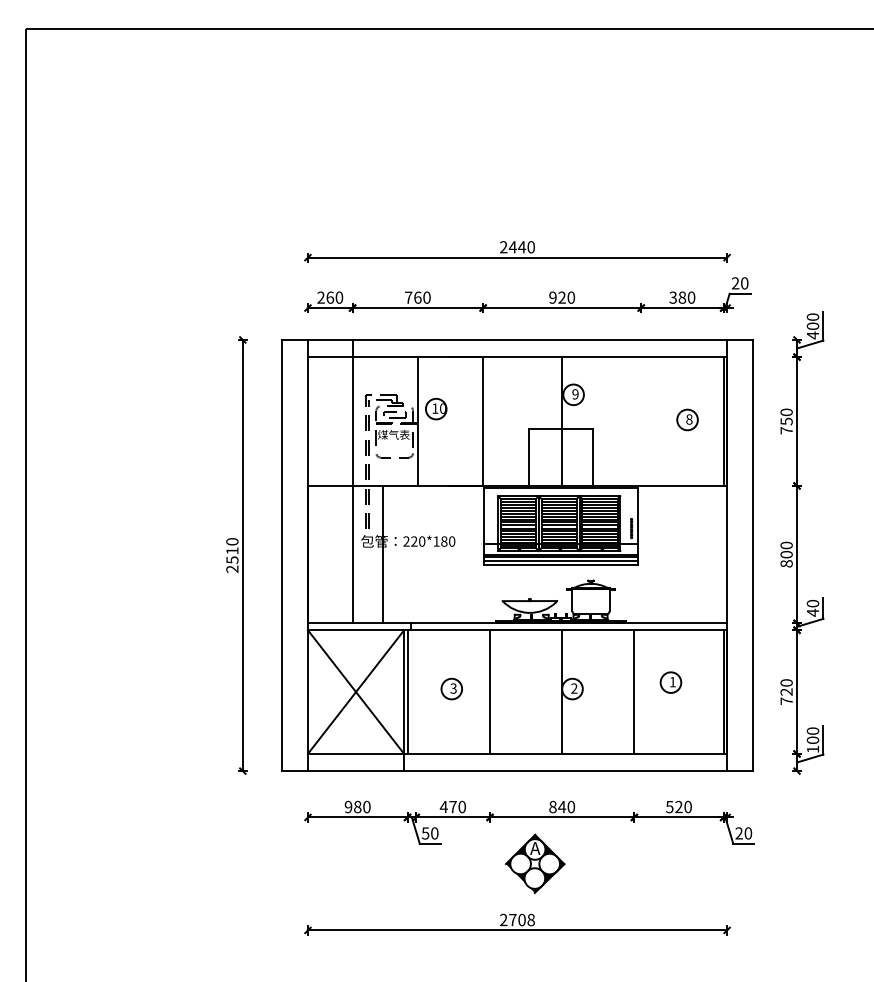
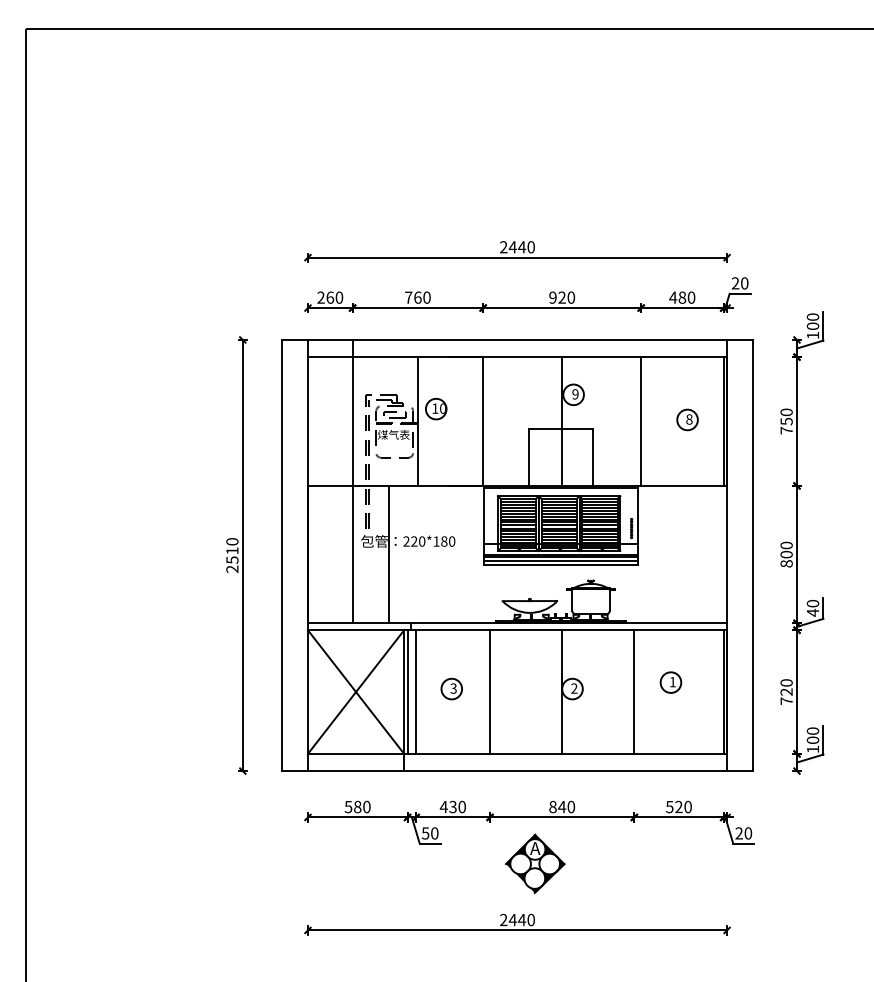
text at (673, 297): 380 -> 480
text at (812, 335): 400 -> 100
line at (641, 421): none -> present
line at (382, 554) position: (382, 554) -> (388, 554)
line at (416, 691): none -> present
text at (348, 806): 980 -> 580
text at (452, 806): 470 -> 430
text at (521, 919): 2708 -> 2440
